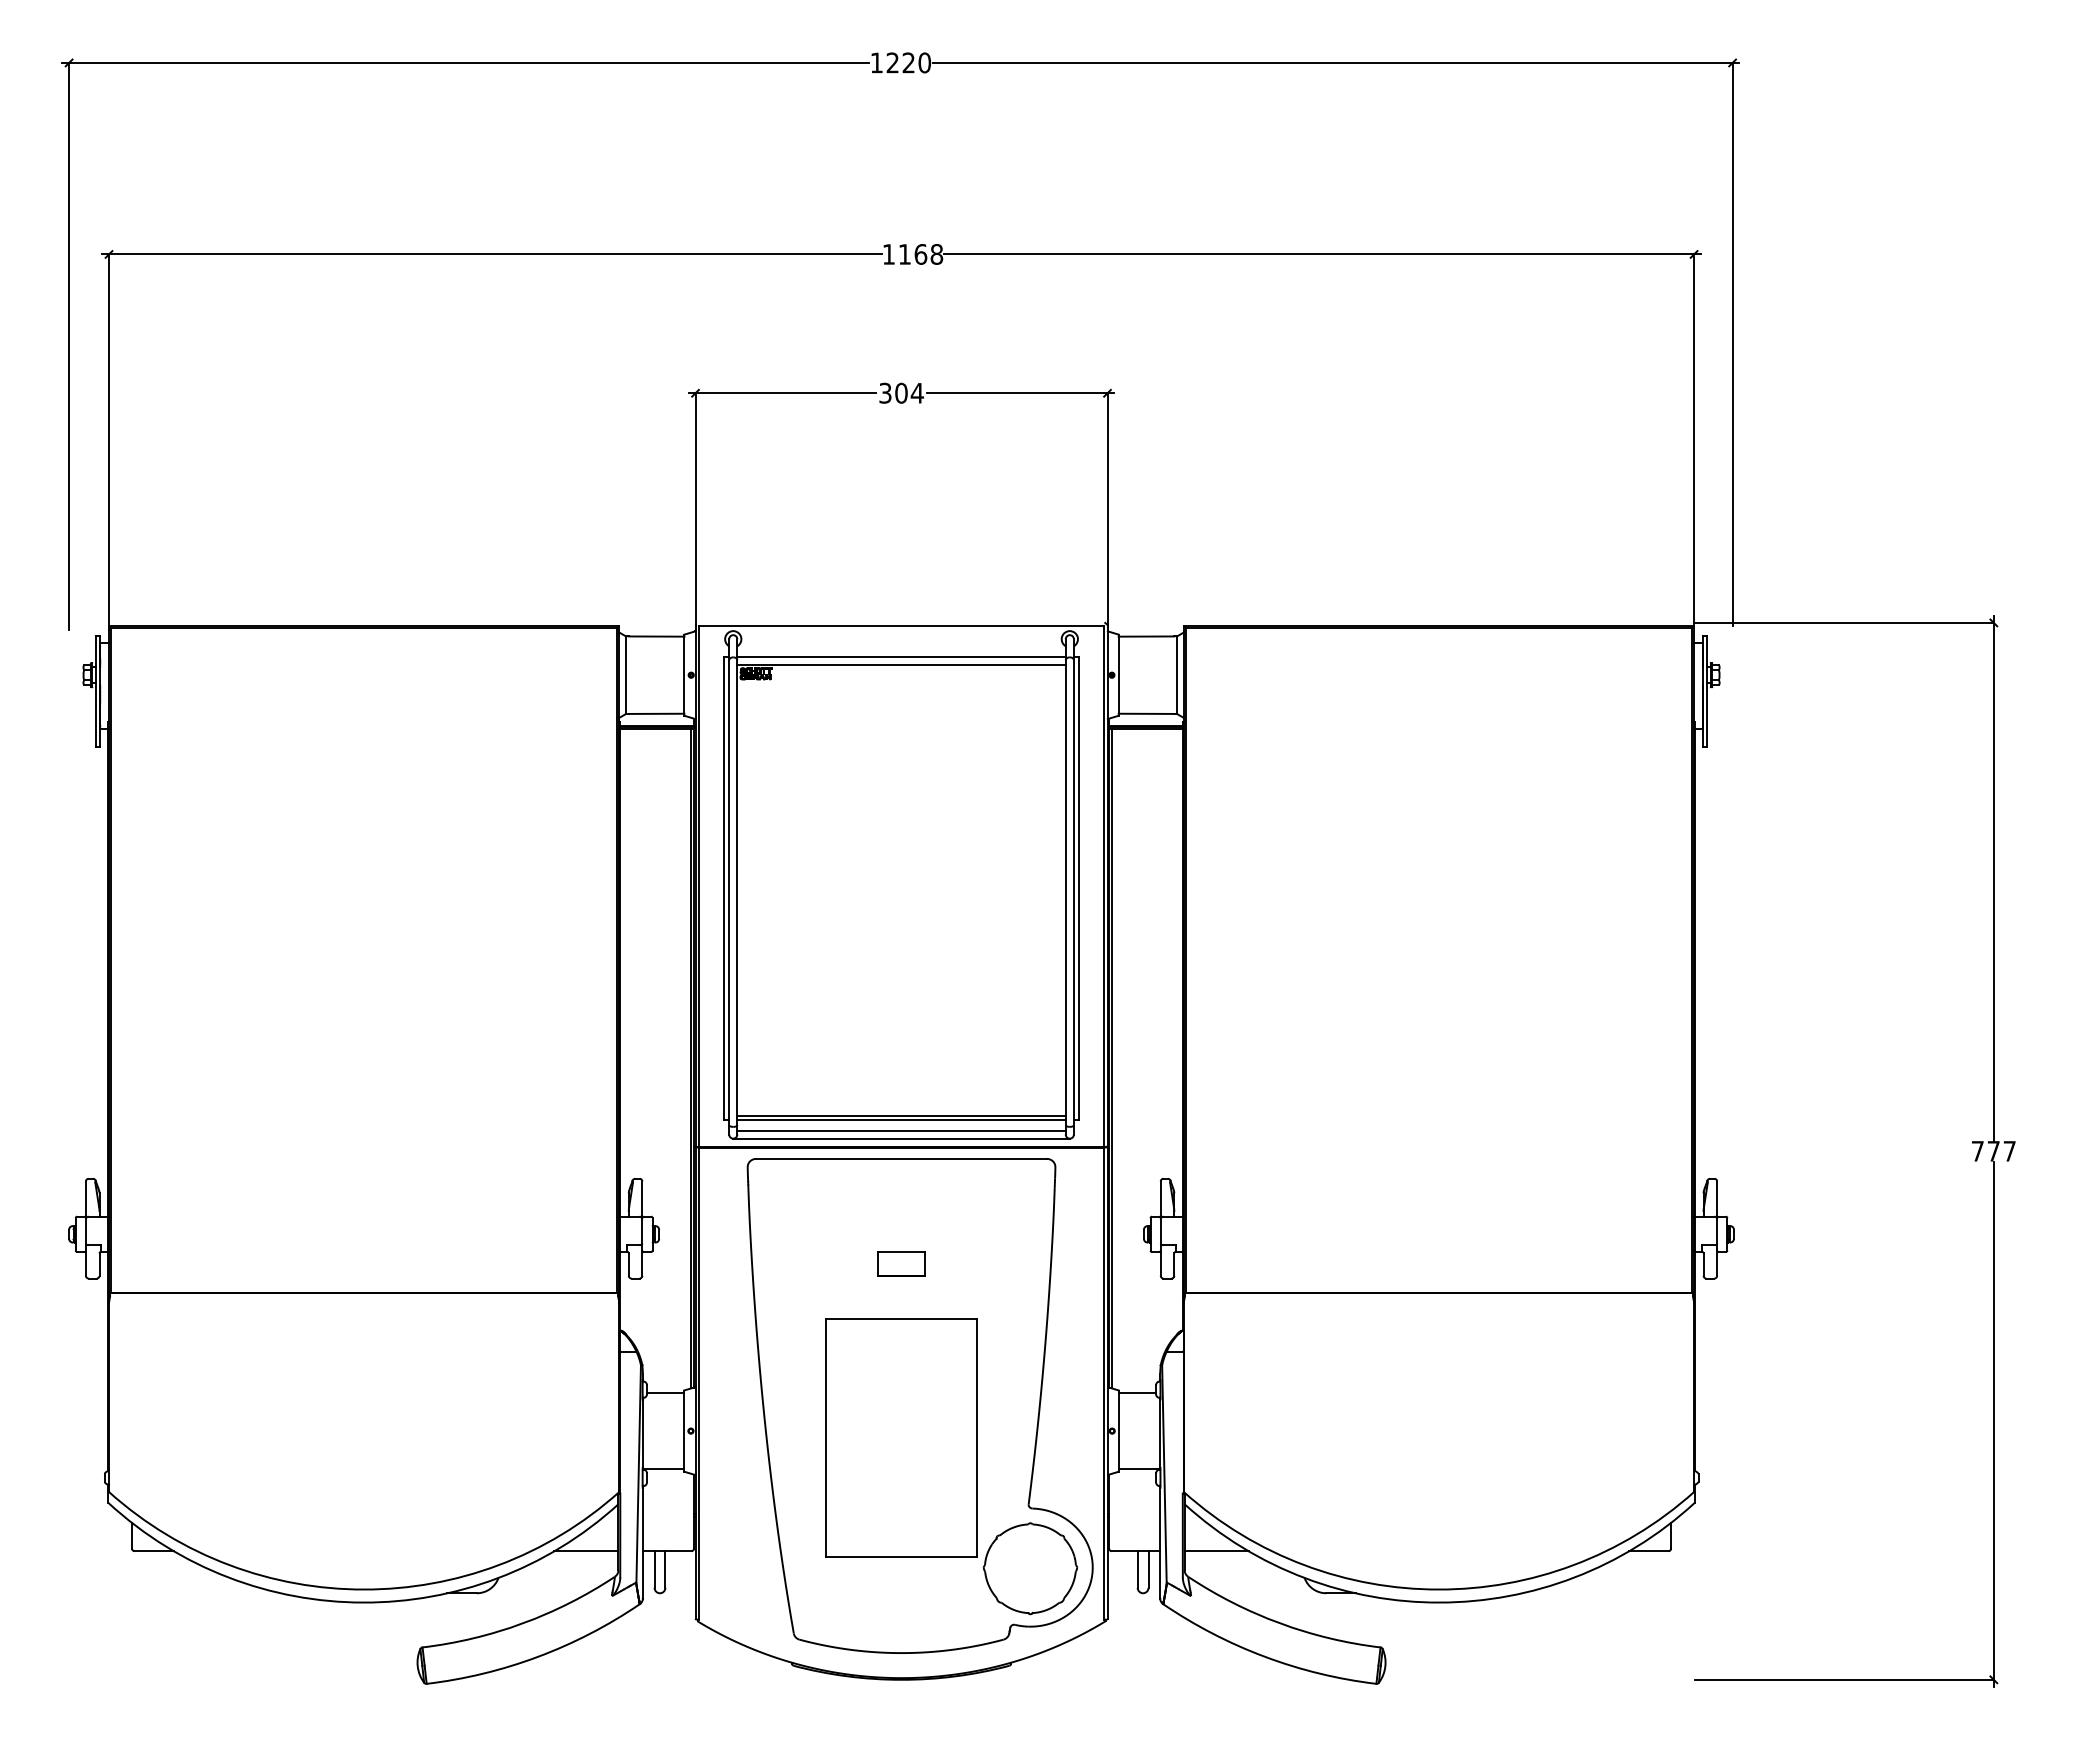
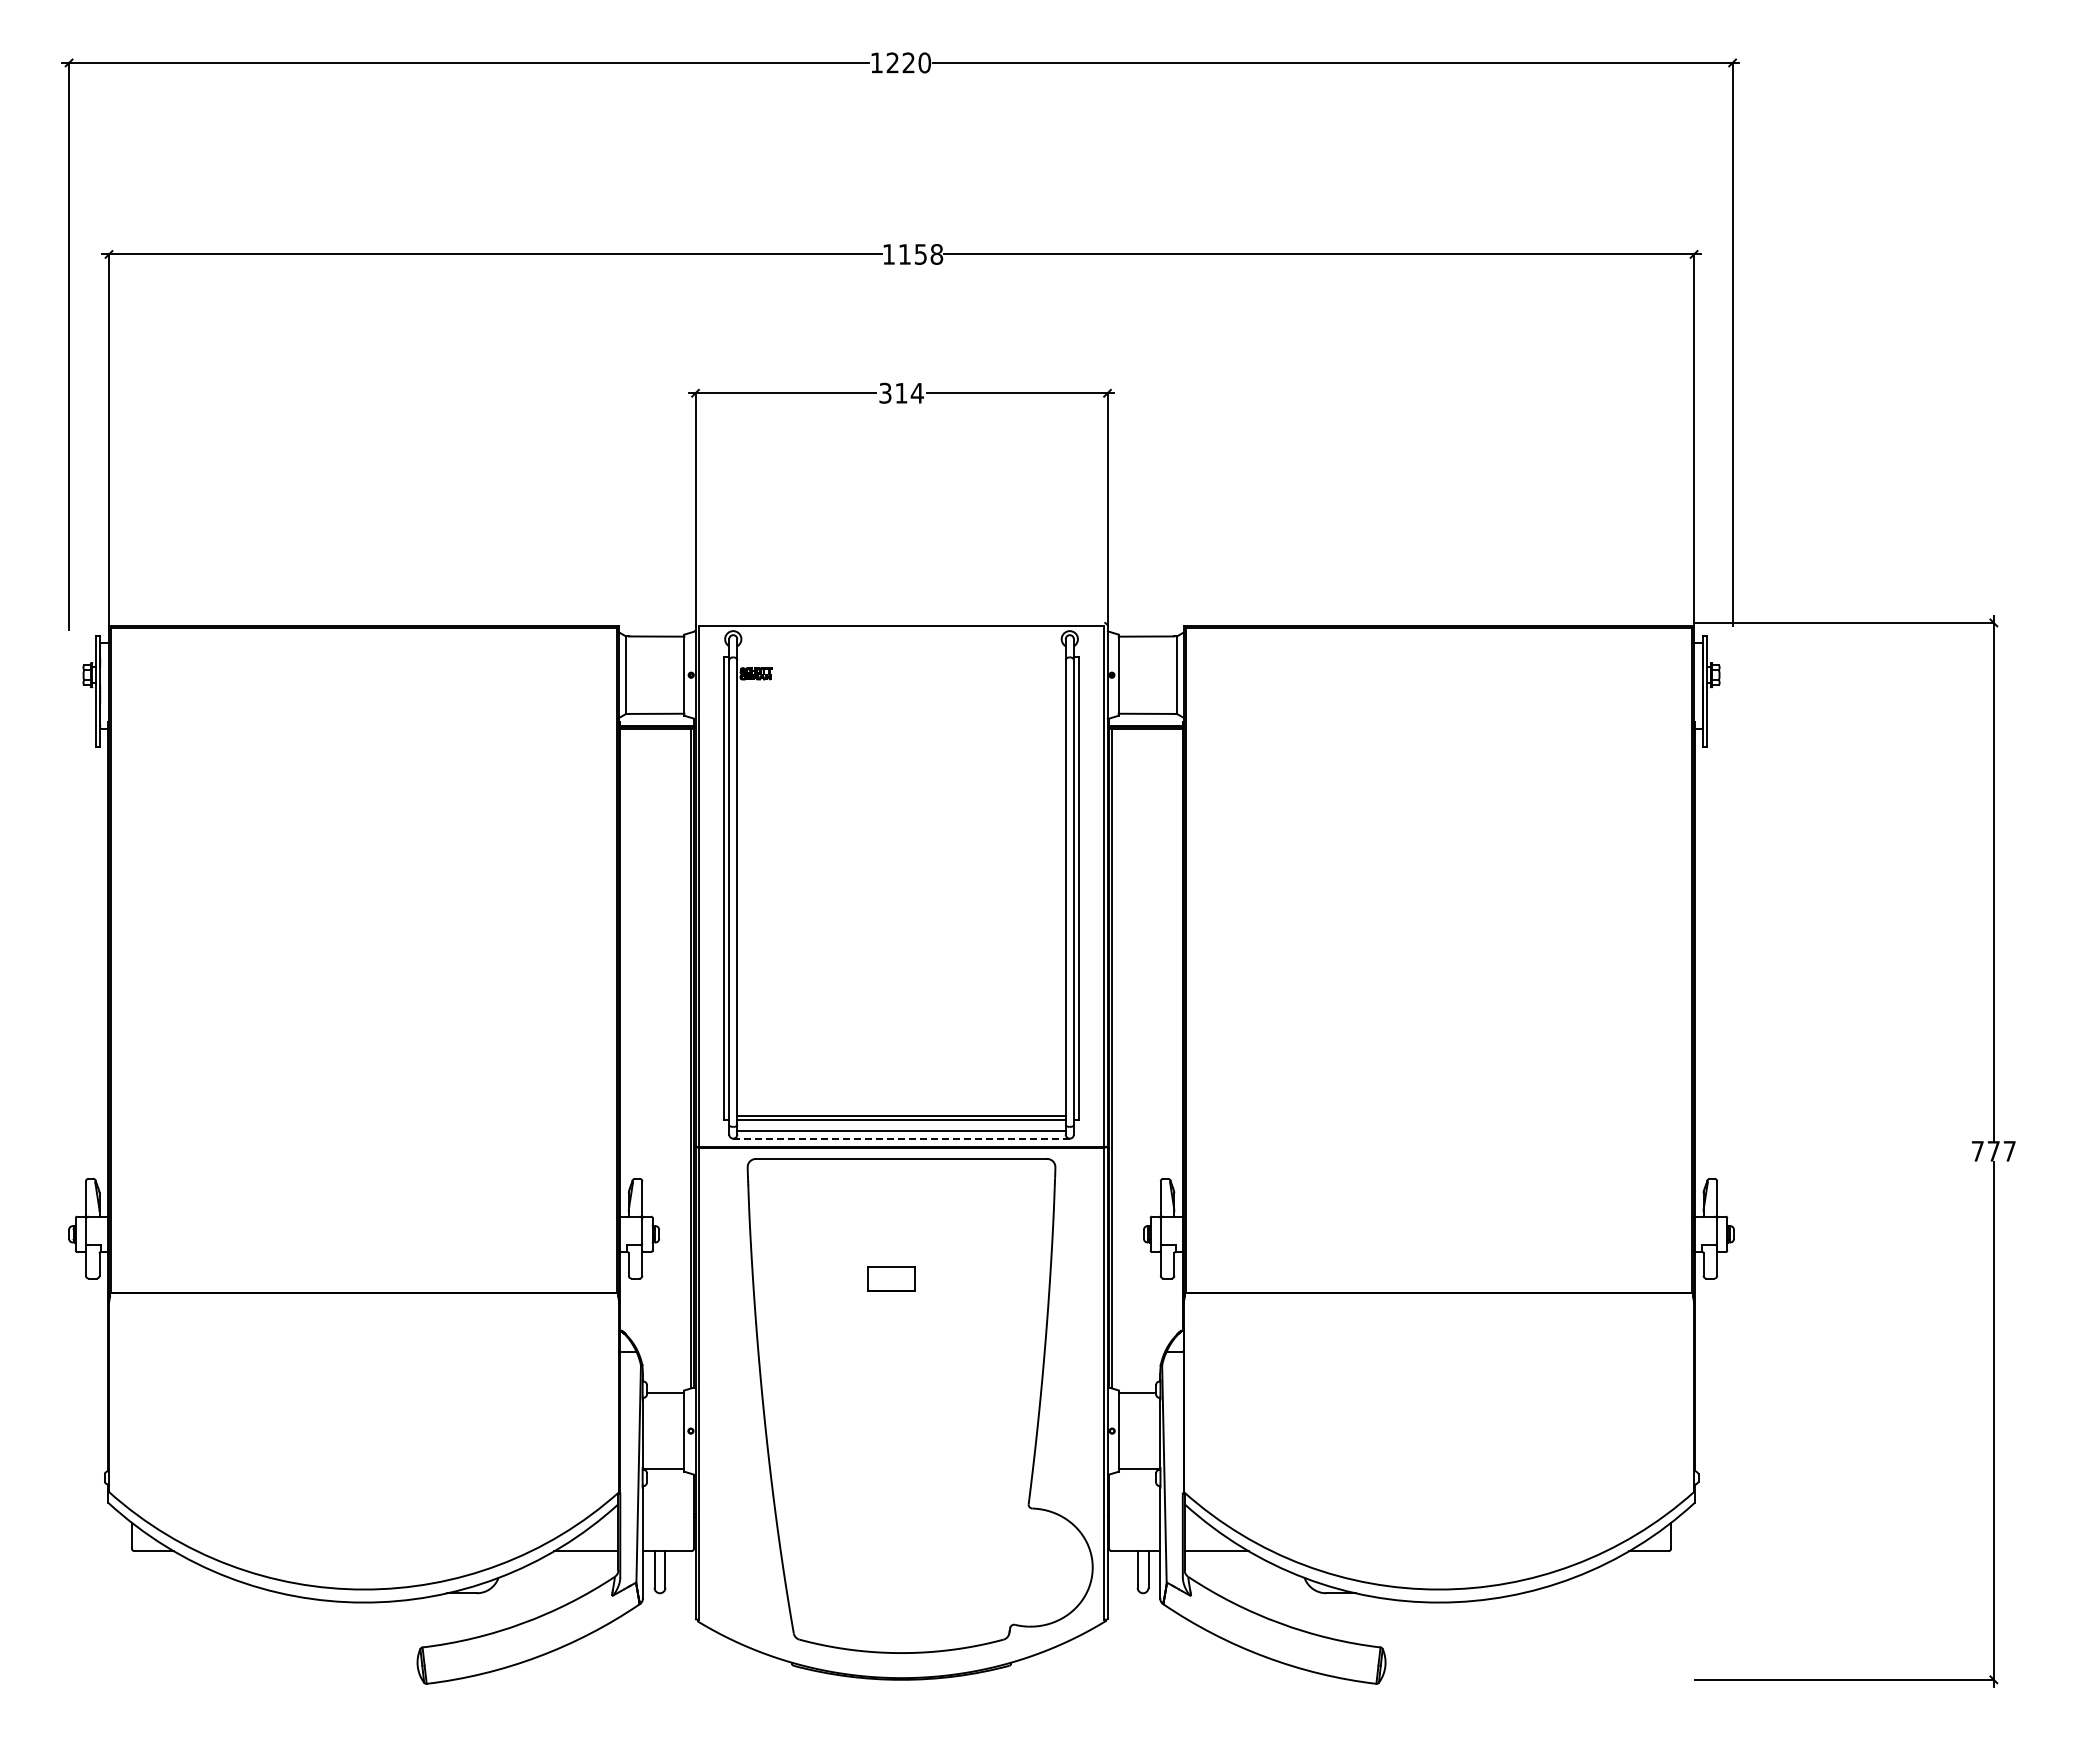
text at (920, 254): 1168 -> 1158
text at (901, 392): 304 -> 314
line at (901, 656): present -> none
line at (901, 665): present -> none
line at (902, 1138): solid -> dashed
part at (901, 1263) position: (901, 1263) -> (891, 1278)
part at (951, 1466): present -> none
